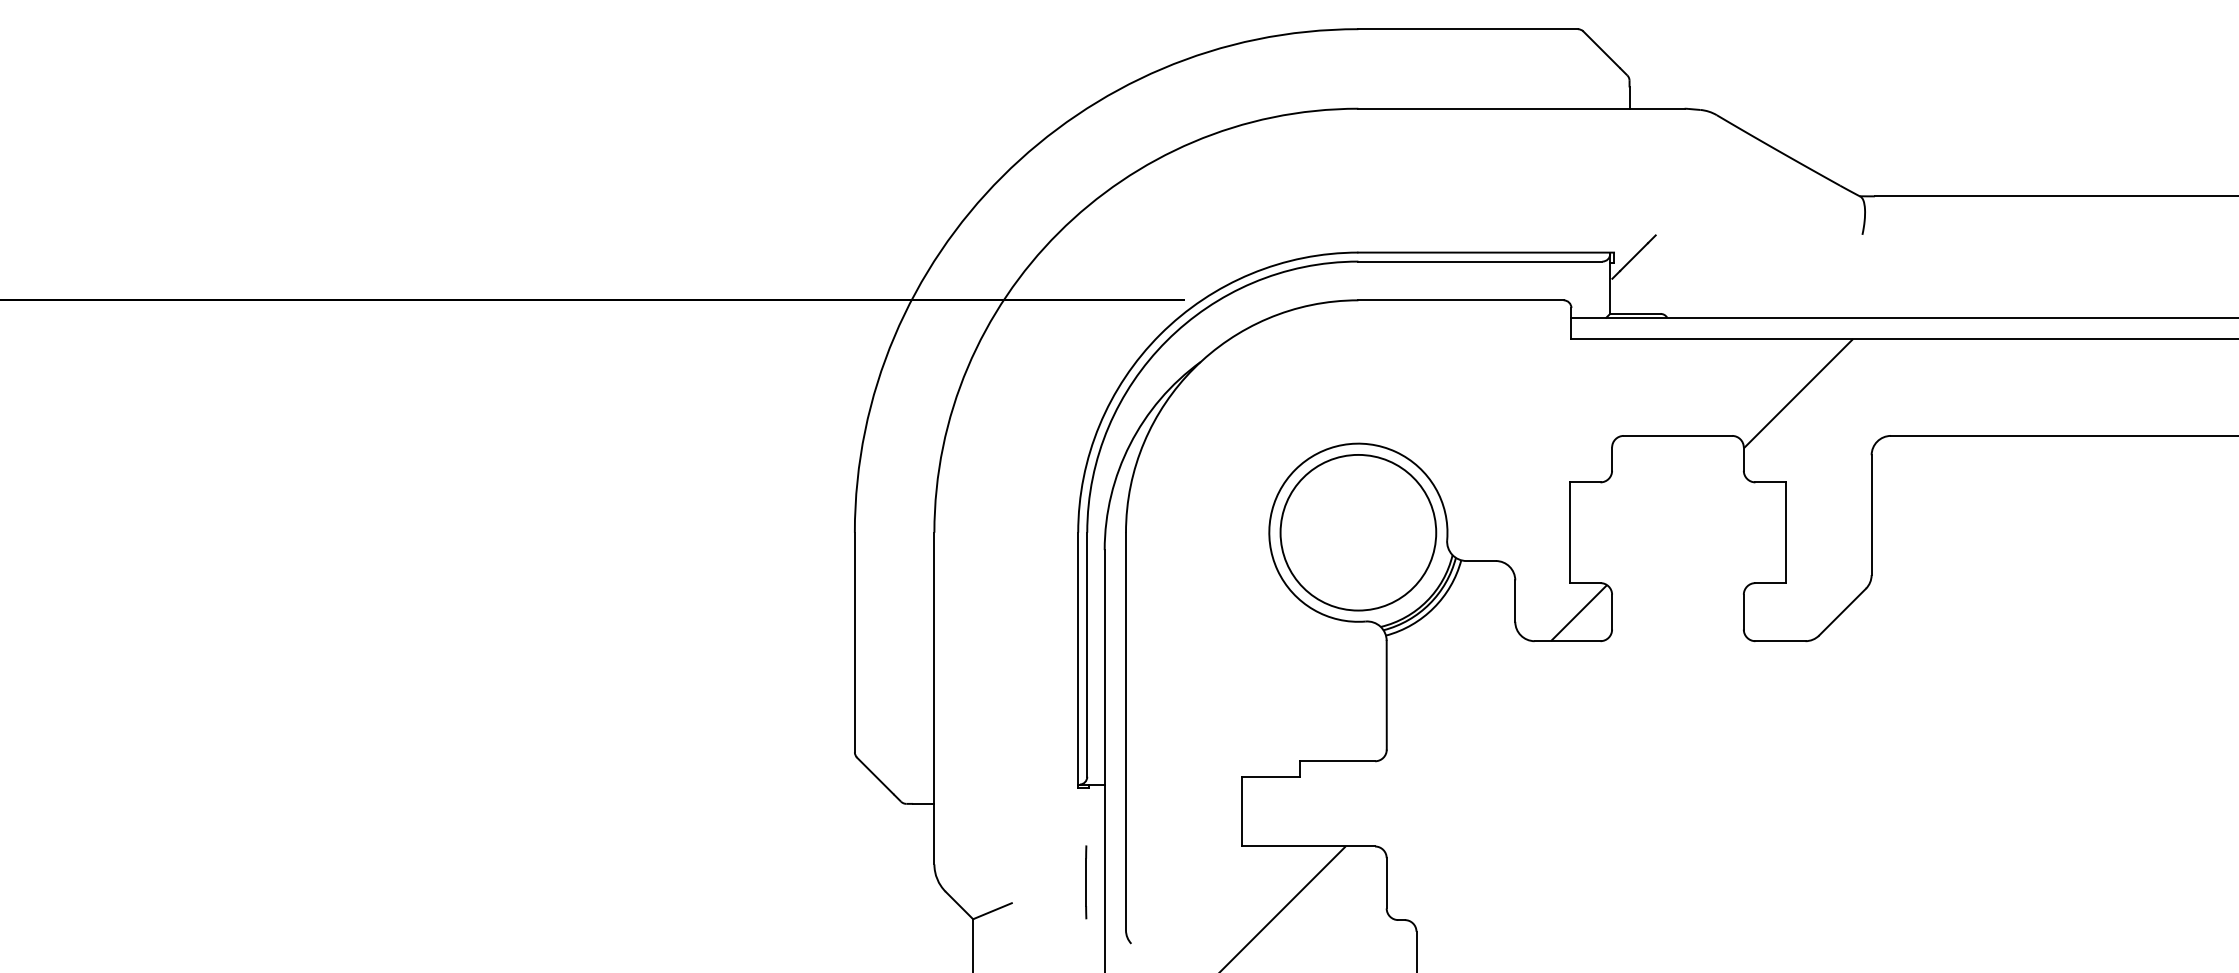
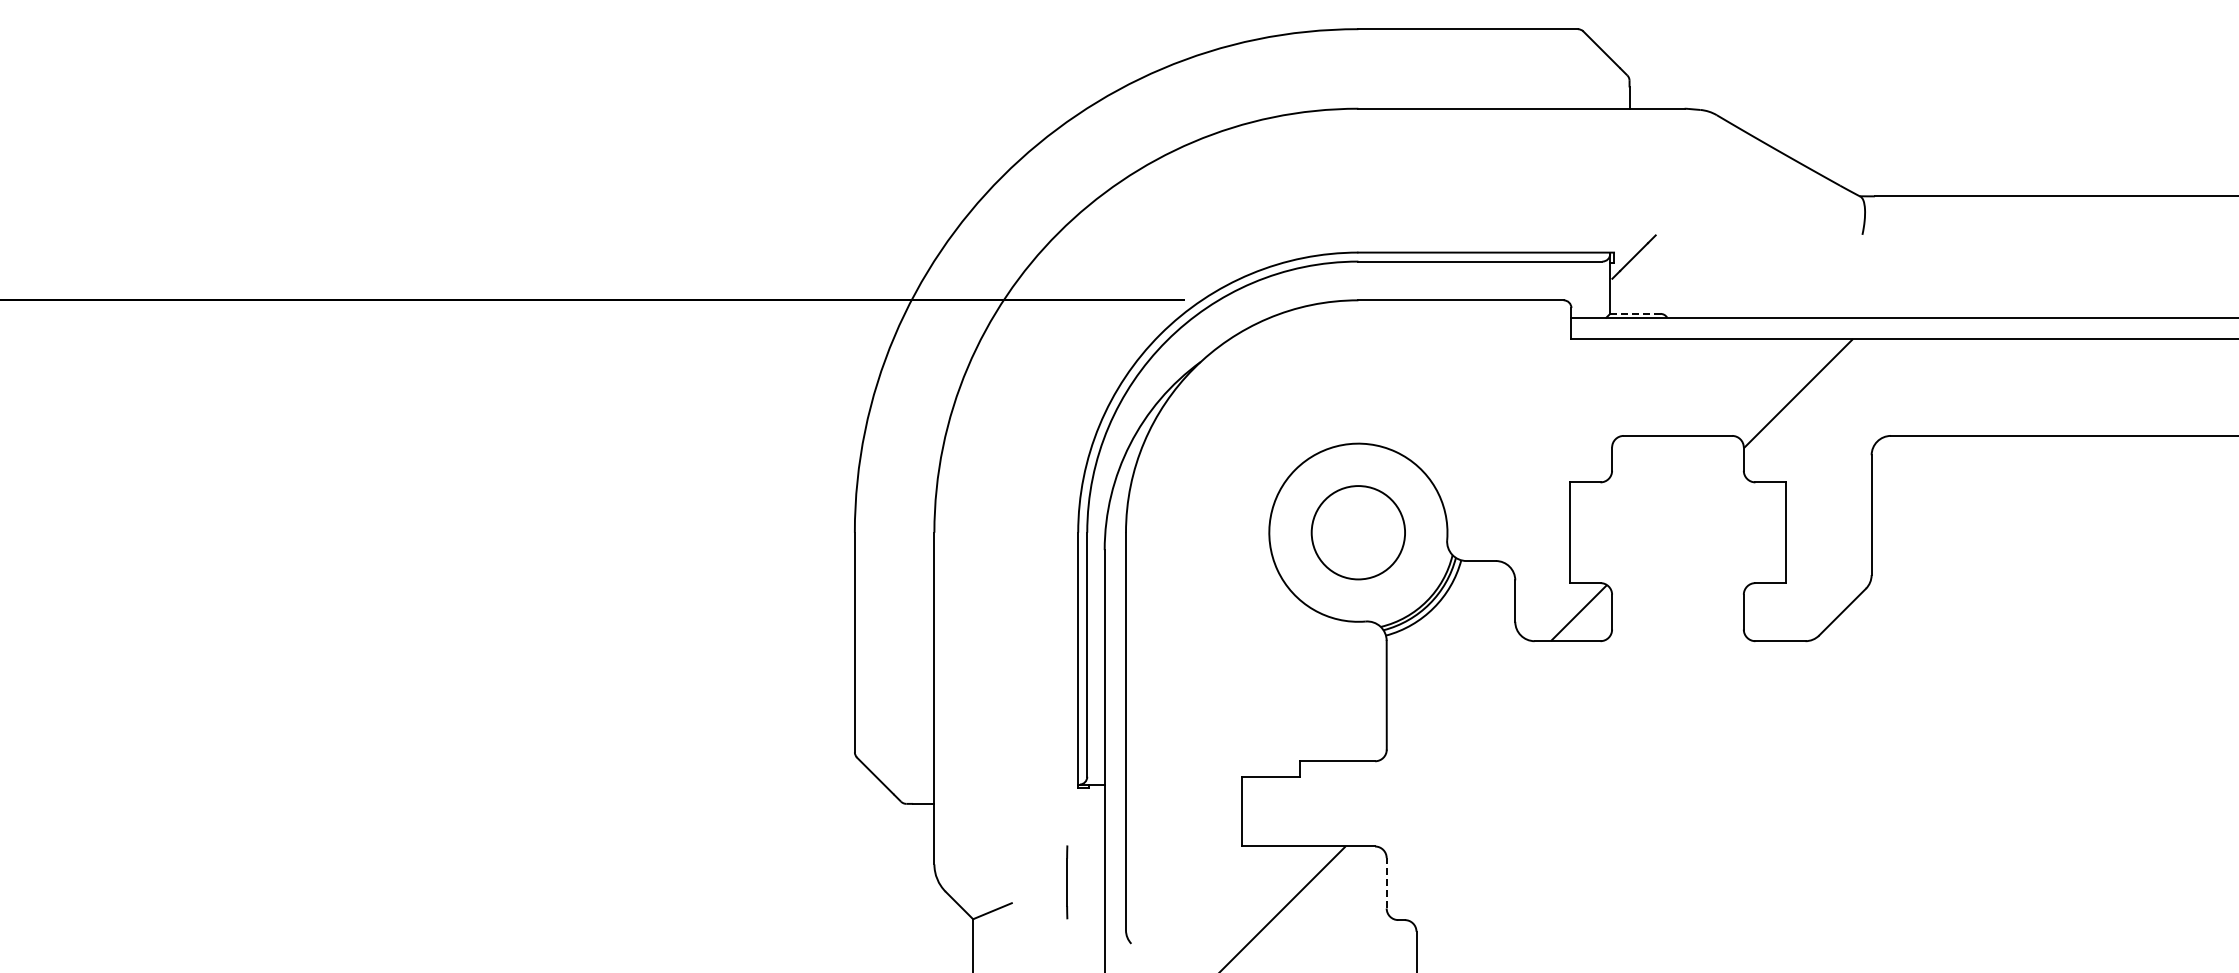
line at (1634, 313): solid -> dashed
circle at (1358, 532) diameter: 156 px -> 93 px
line at (1086, 882) position: (1086, 882) -> (1067, 882)
line at (1386, 882): solid -> dashed
